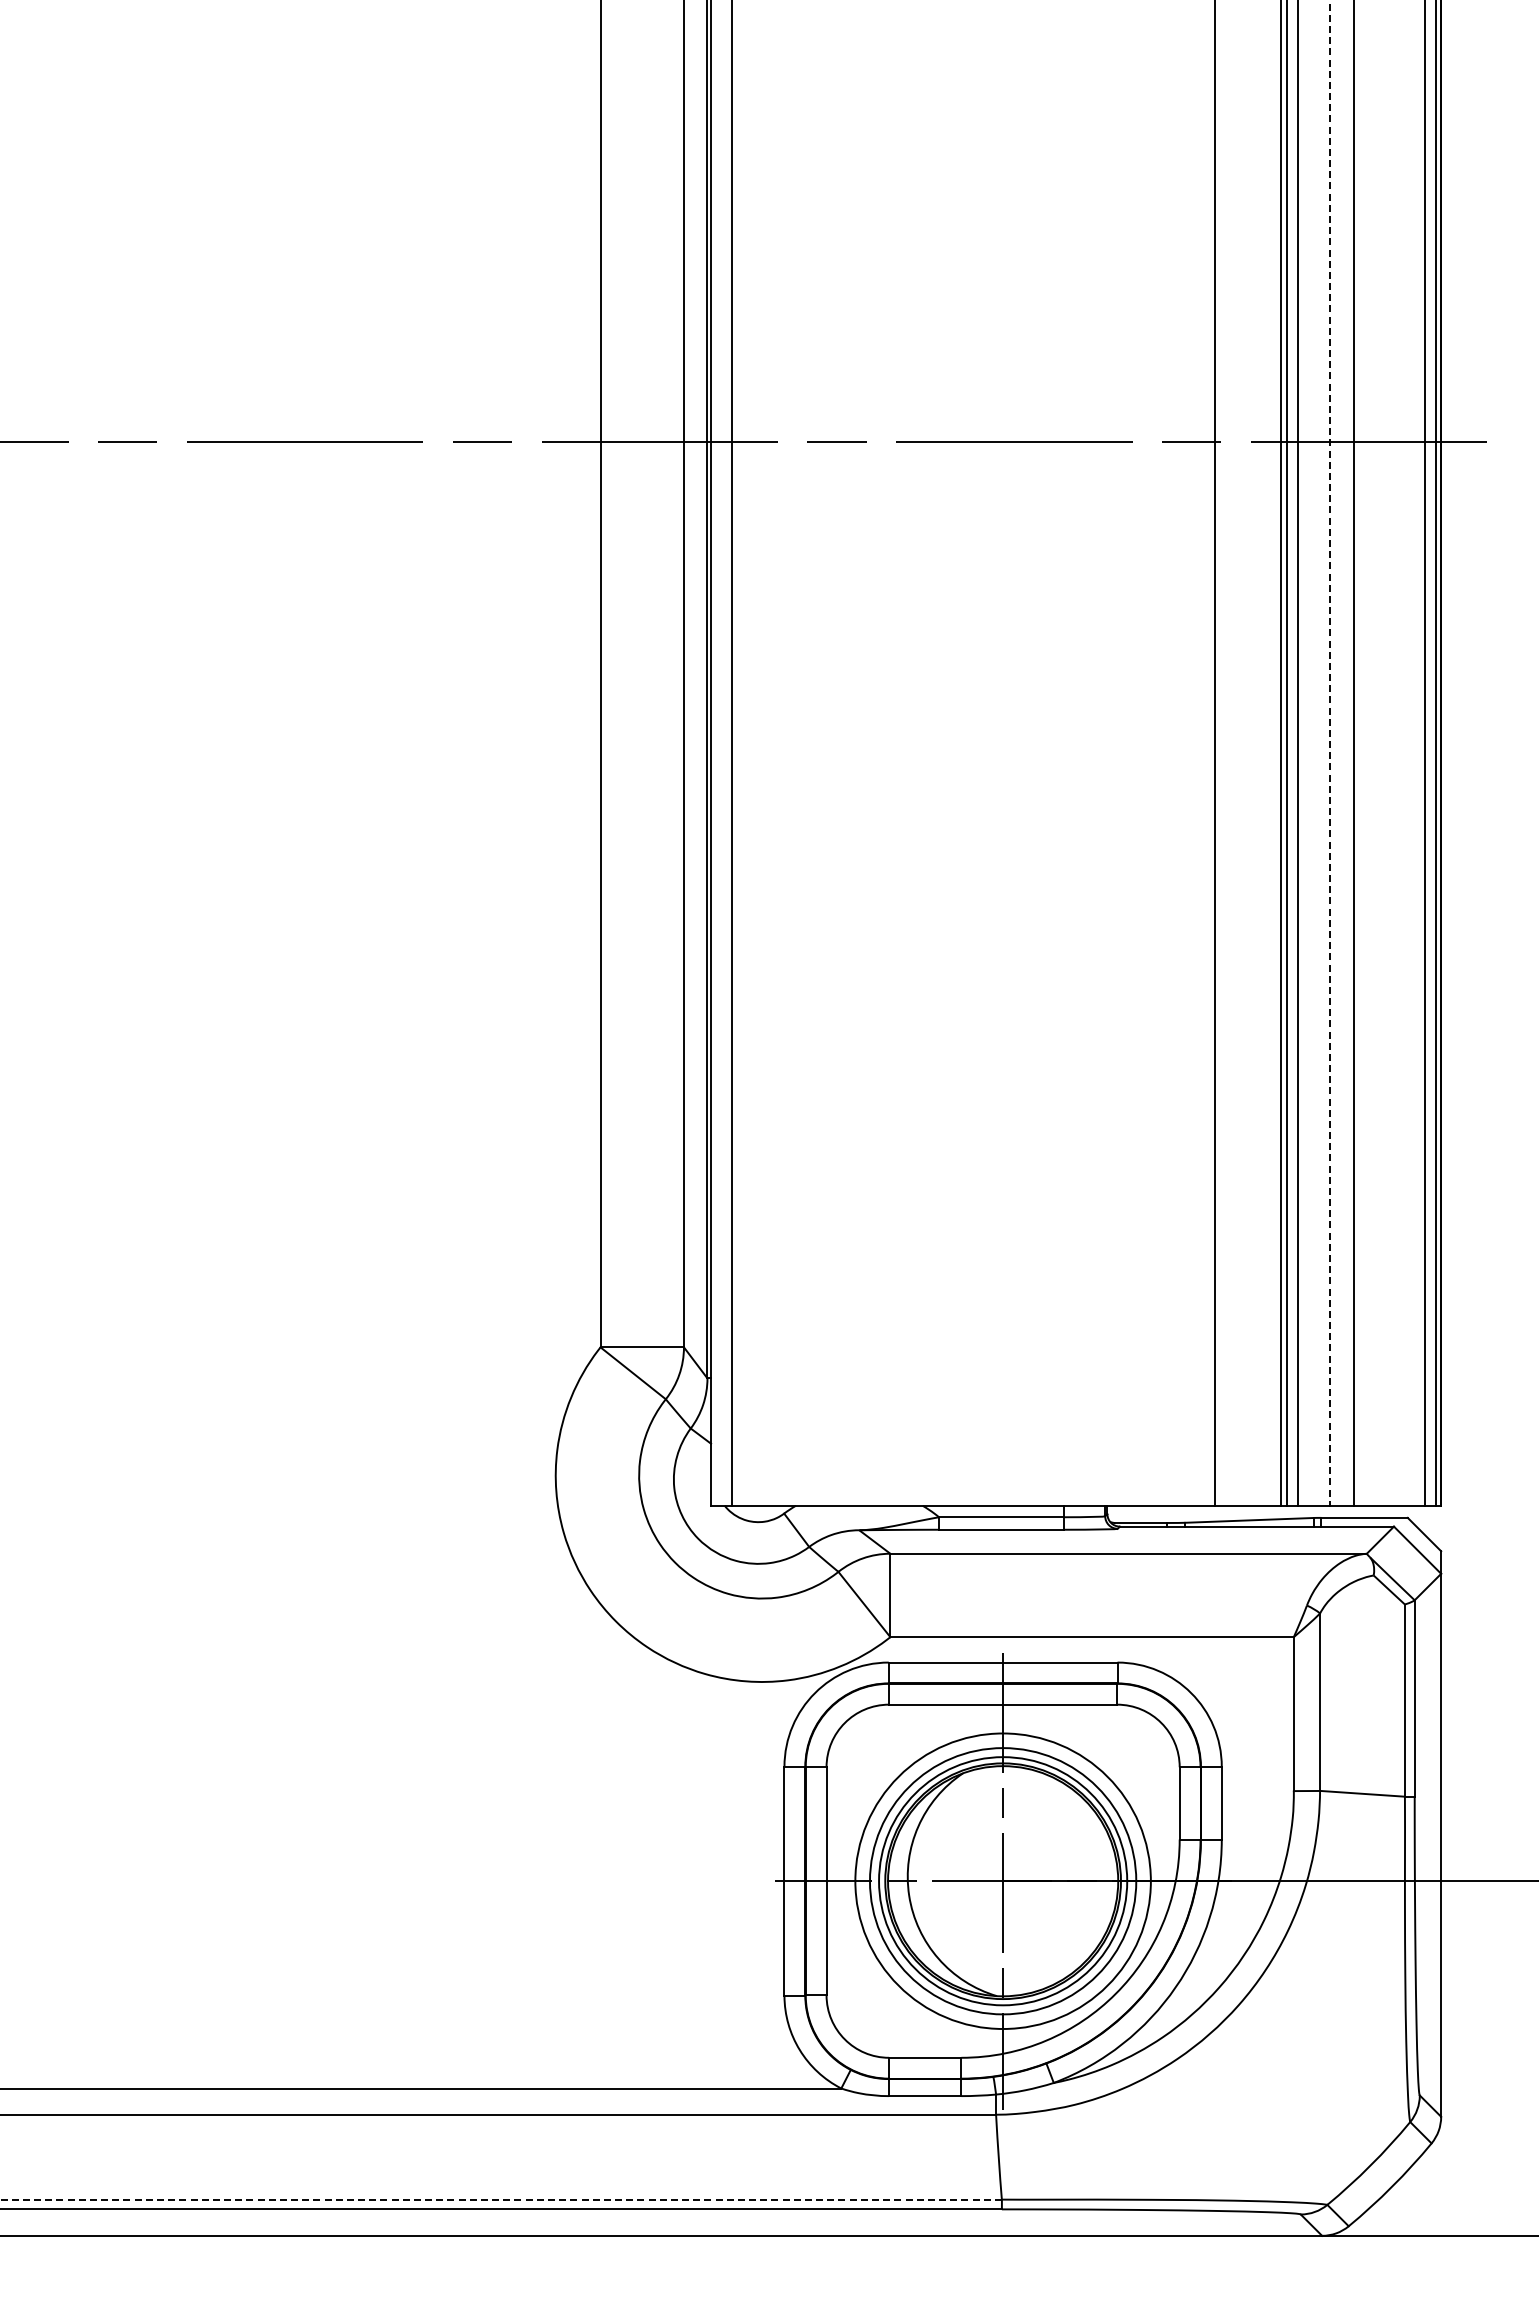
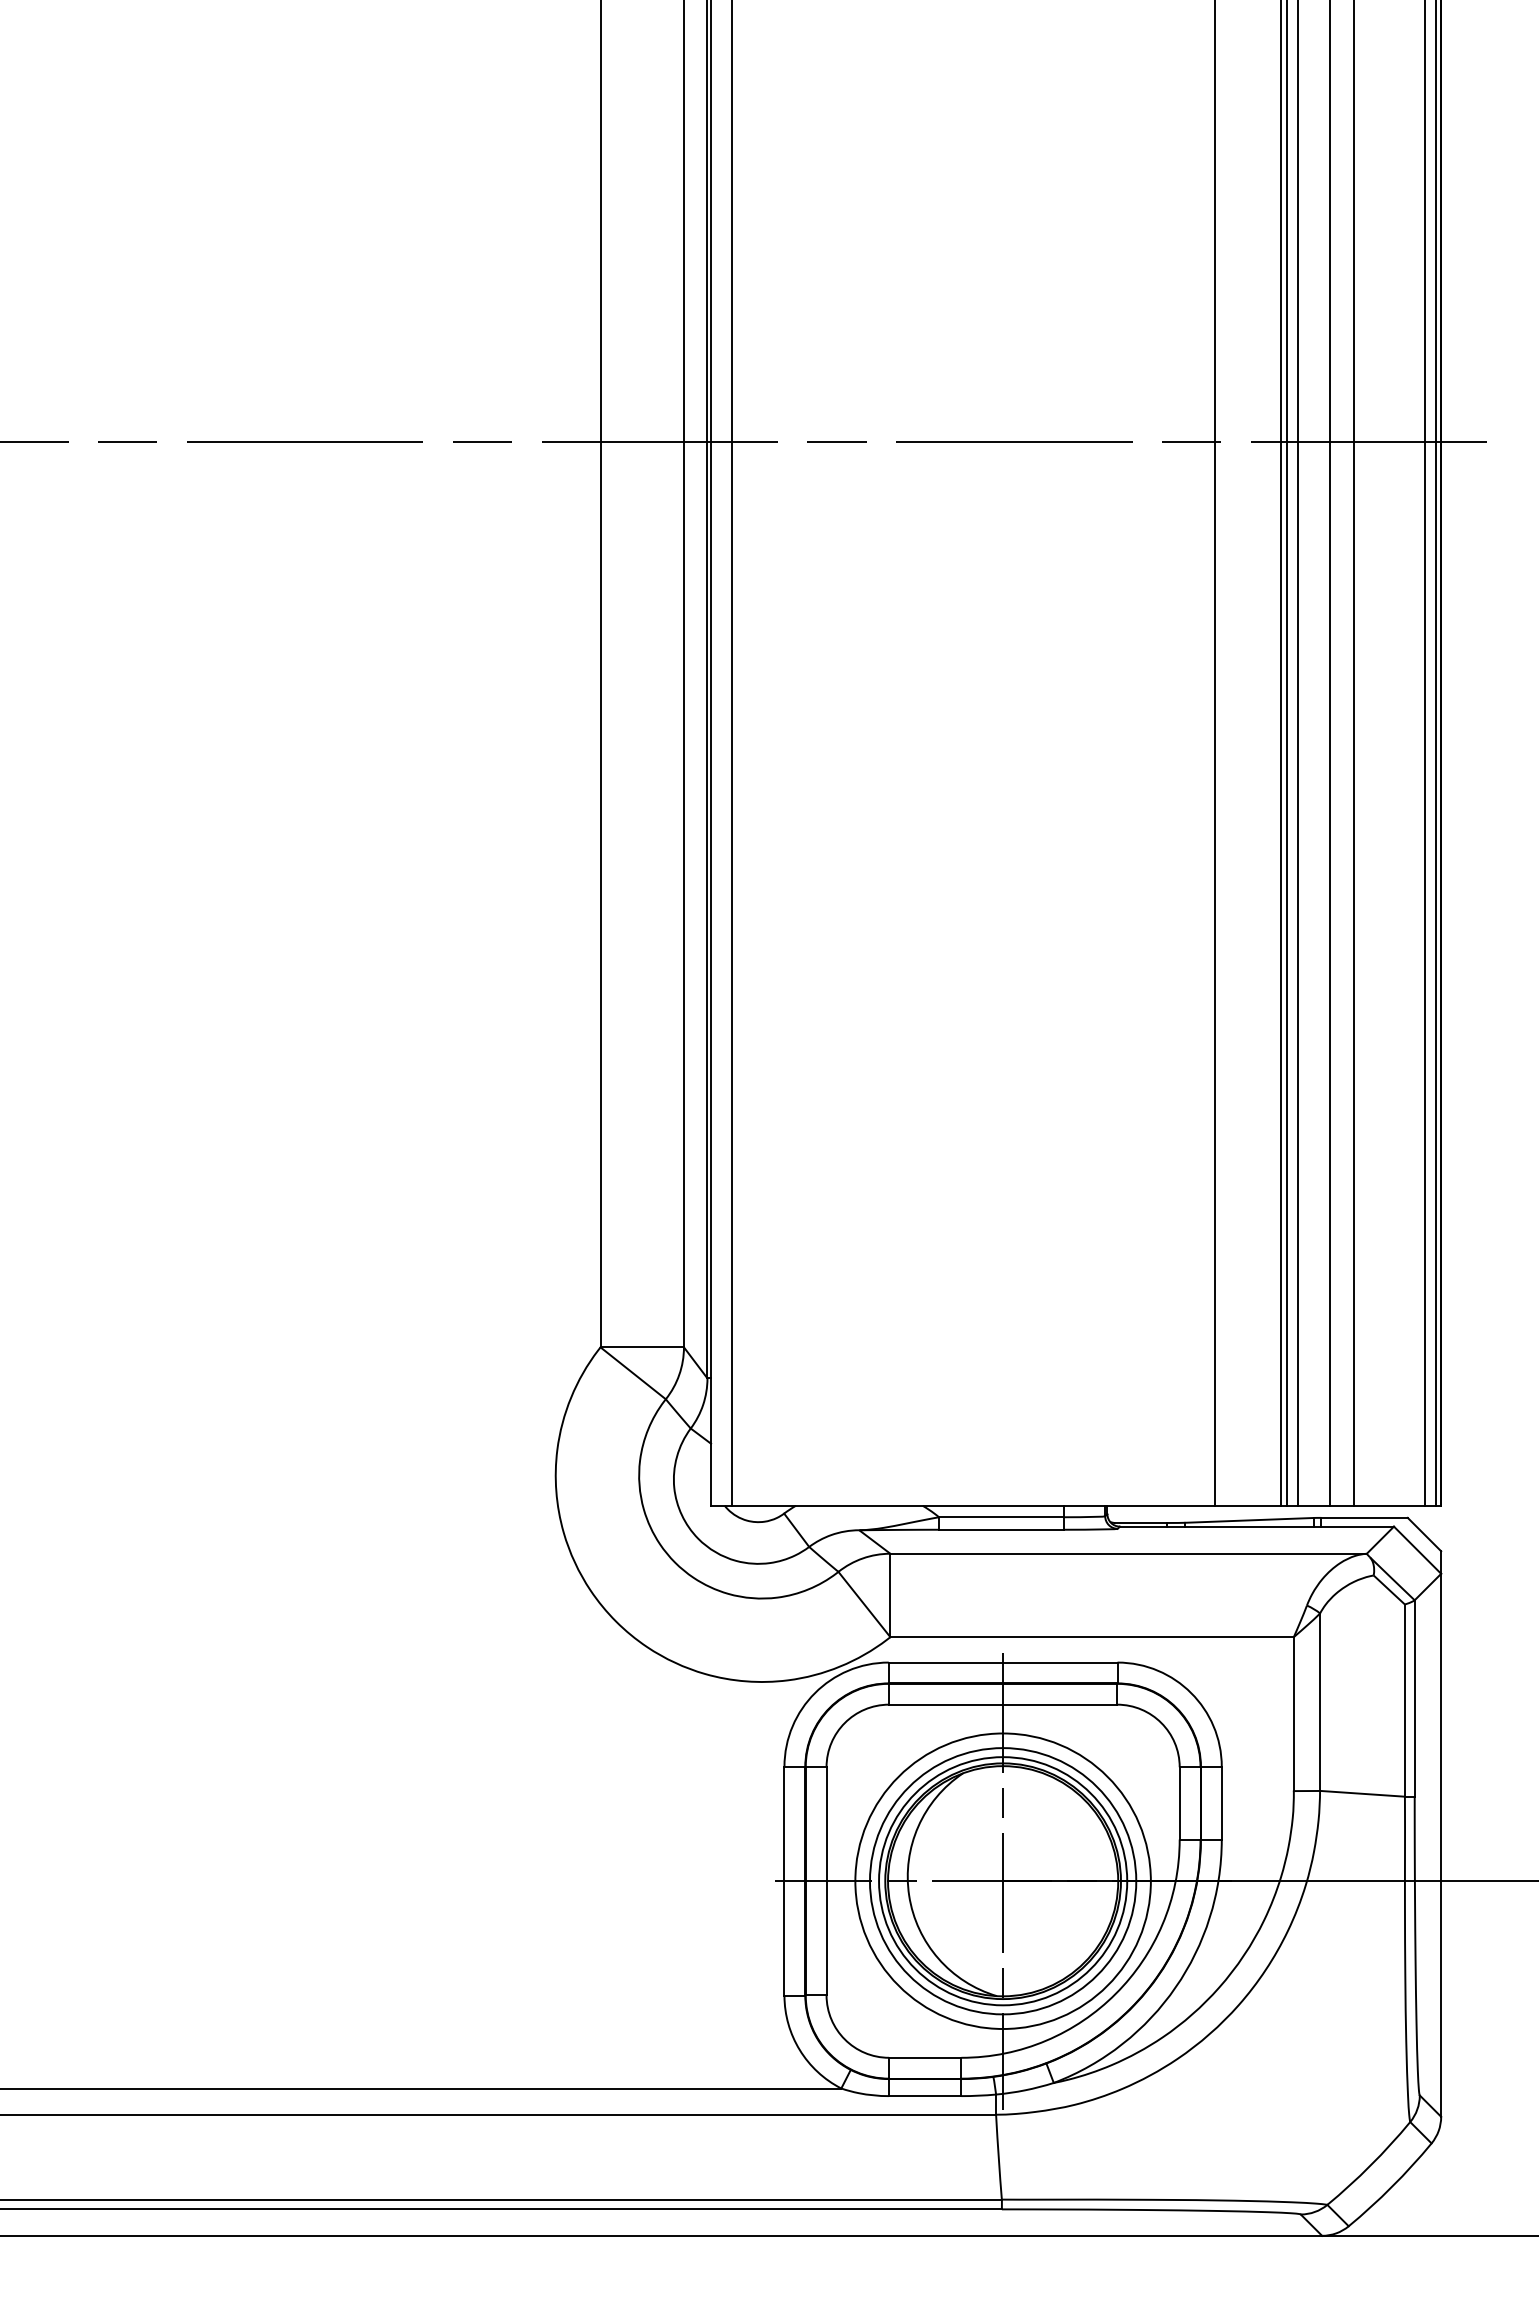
line at (1329, 752): dashed -> solid
line at (500, 2199): dashed -> solid
